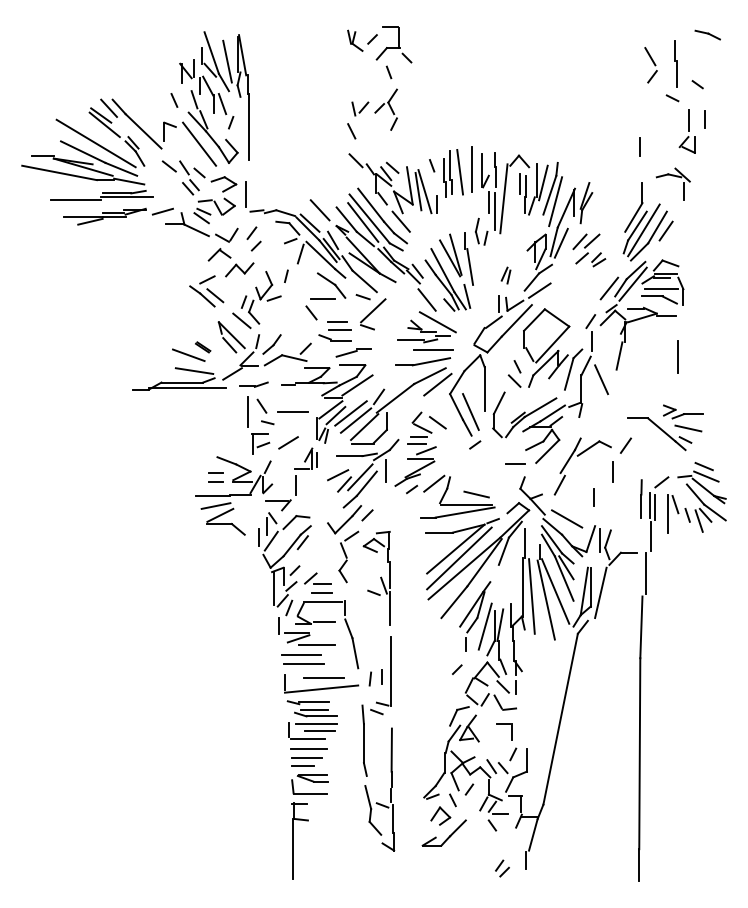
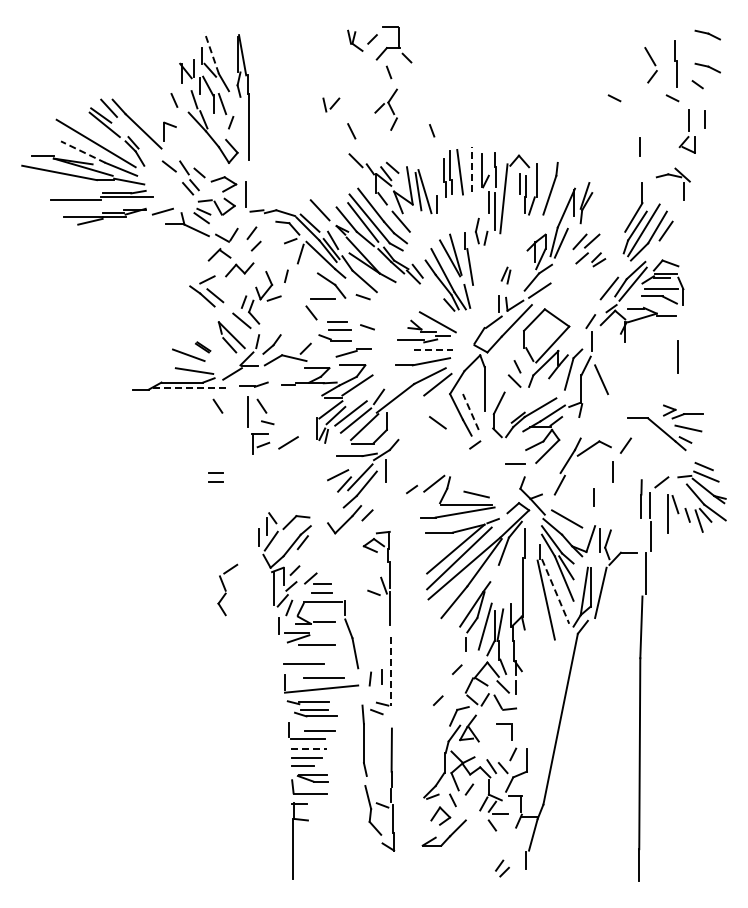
line at (211, 52): solid -> dashed
line at (227, 61): present -> none
part at (707, 67): none -> present
line at (614, 98): none -> present
part at (360, 108) position: (360, 108) -> (331, 104)
line at (199, 143): present -> none
line at (83, 152): solid -> dashed
line at (432, 165) position: (432, 165) -> (432, 130)
line at (472, 168): solid -> dashed
line at (543, 182): present -> none
line at (555, 201): present -> none
line at (426, 299): present -> none
line at (373, 310): present -> none
line at (434, 349): solid -> dashed
line at (619, 355): present -> none
line at (187, 388): solid -> dashed
line at (217, 405): none -> present
line at (292, 412): present -> none
line at (470, 412): solid -> dashed
part at (415, 448): present -> none
part at (256, 491): present -> none
line at (655, 507): present -> none
part at (348, 556) position: (348, 556) -> (227, 589)
line at (555, 591): solid -> dashed
line at (531, 596): present -> none
line at (301, 654): present -> none
line at (390, 671): solid -> dashed
line at (438, 700): none -> present
line at (316, 723): present -> none
line at (308, 748): solid -> dashed
